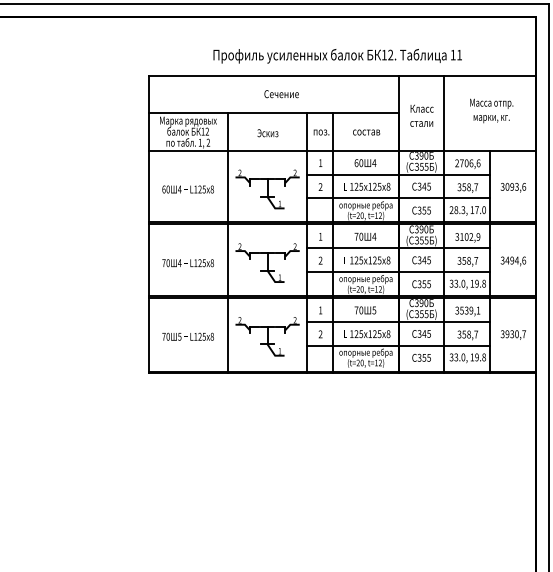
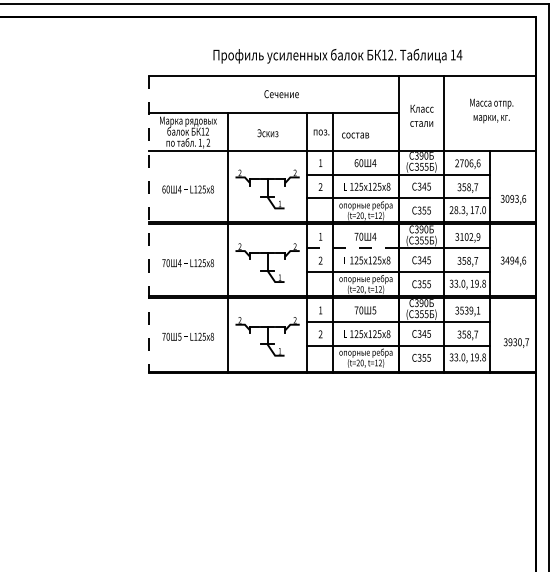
text at (459, 55): 11 -> 14
text at (366, 132) position: (366, 132) -> (355, 135)
text at (513, 187) position: (513, 187) -> (513, 199)
line at (149, 224): solid -> dashed
line at (352, 248): solid -> dashed
text at (512, 334) position: (512, 334) -> (515, 342)
